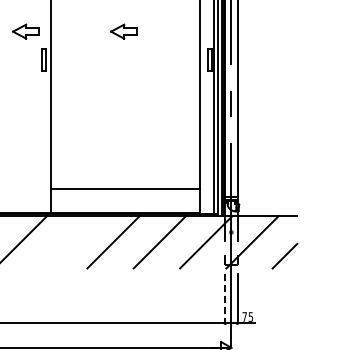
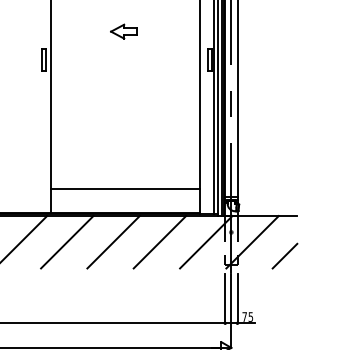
part at (25, 31): present -> none
line at (67, 242): none -> present
line at (225, 298): dashed -> solid
